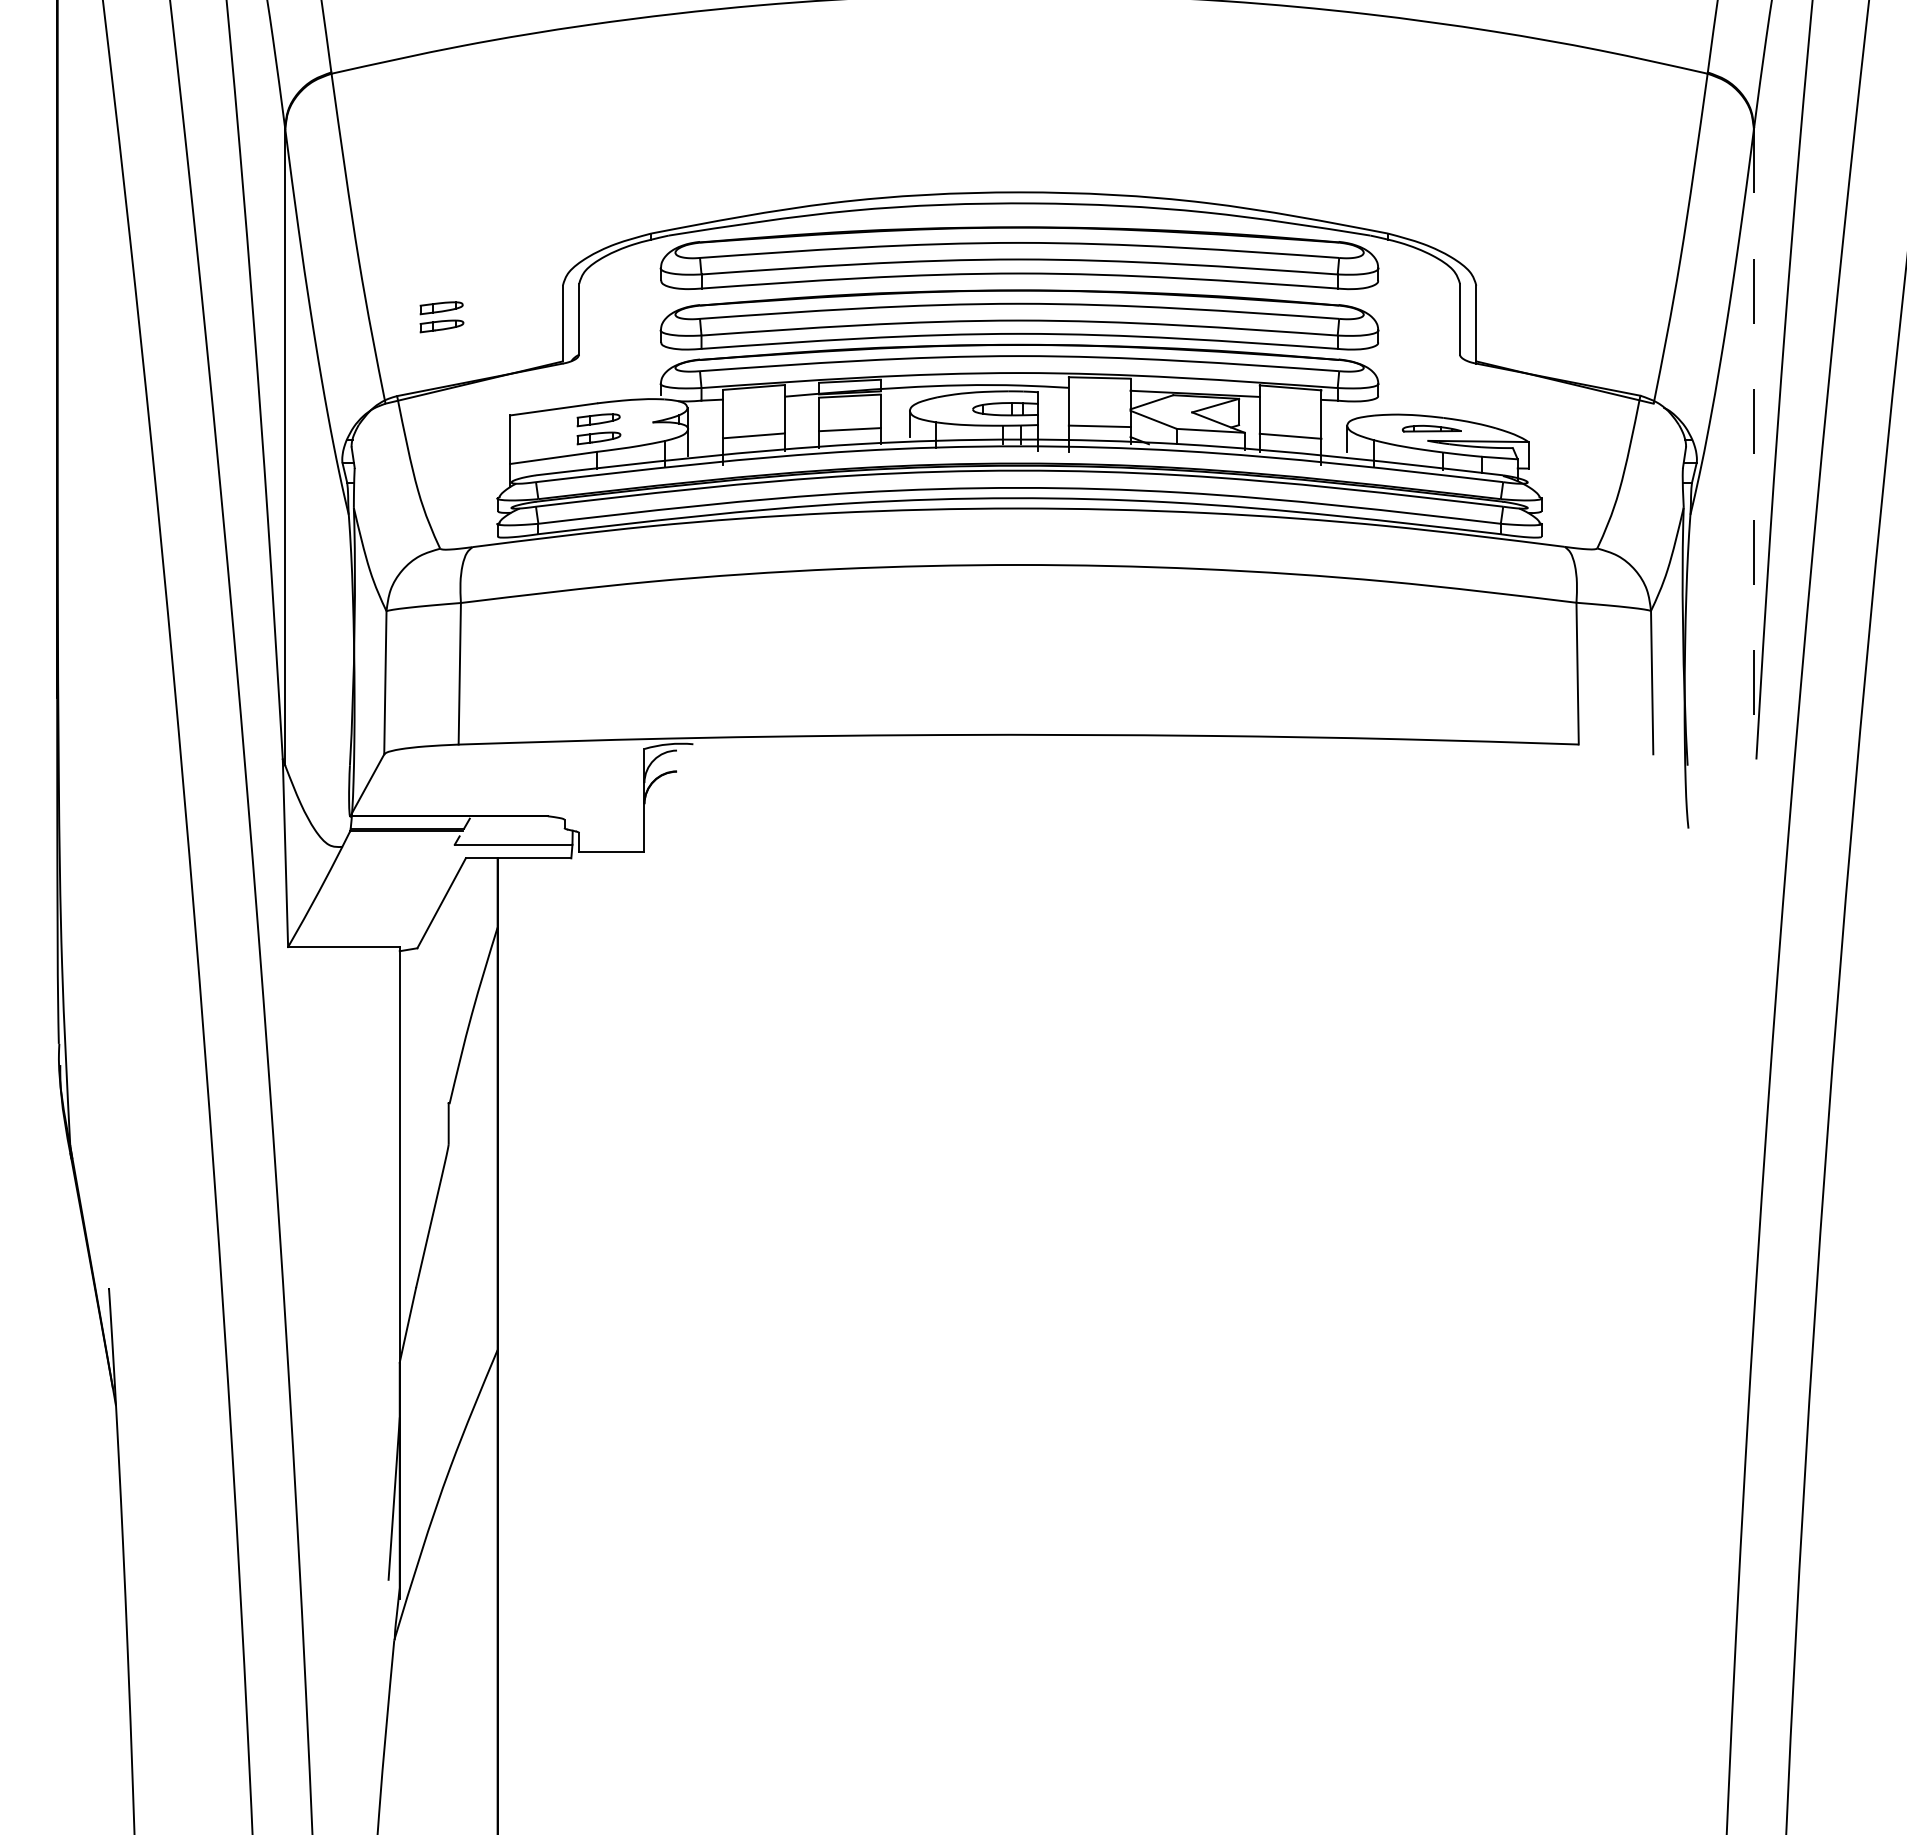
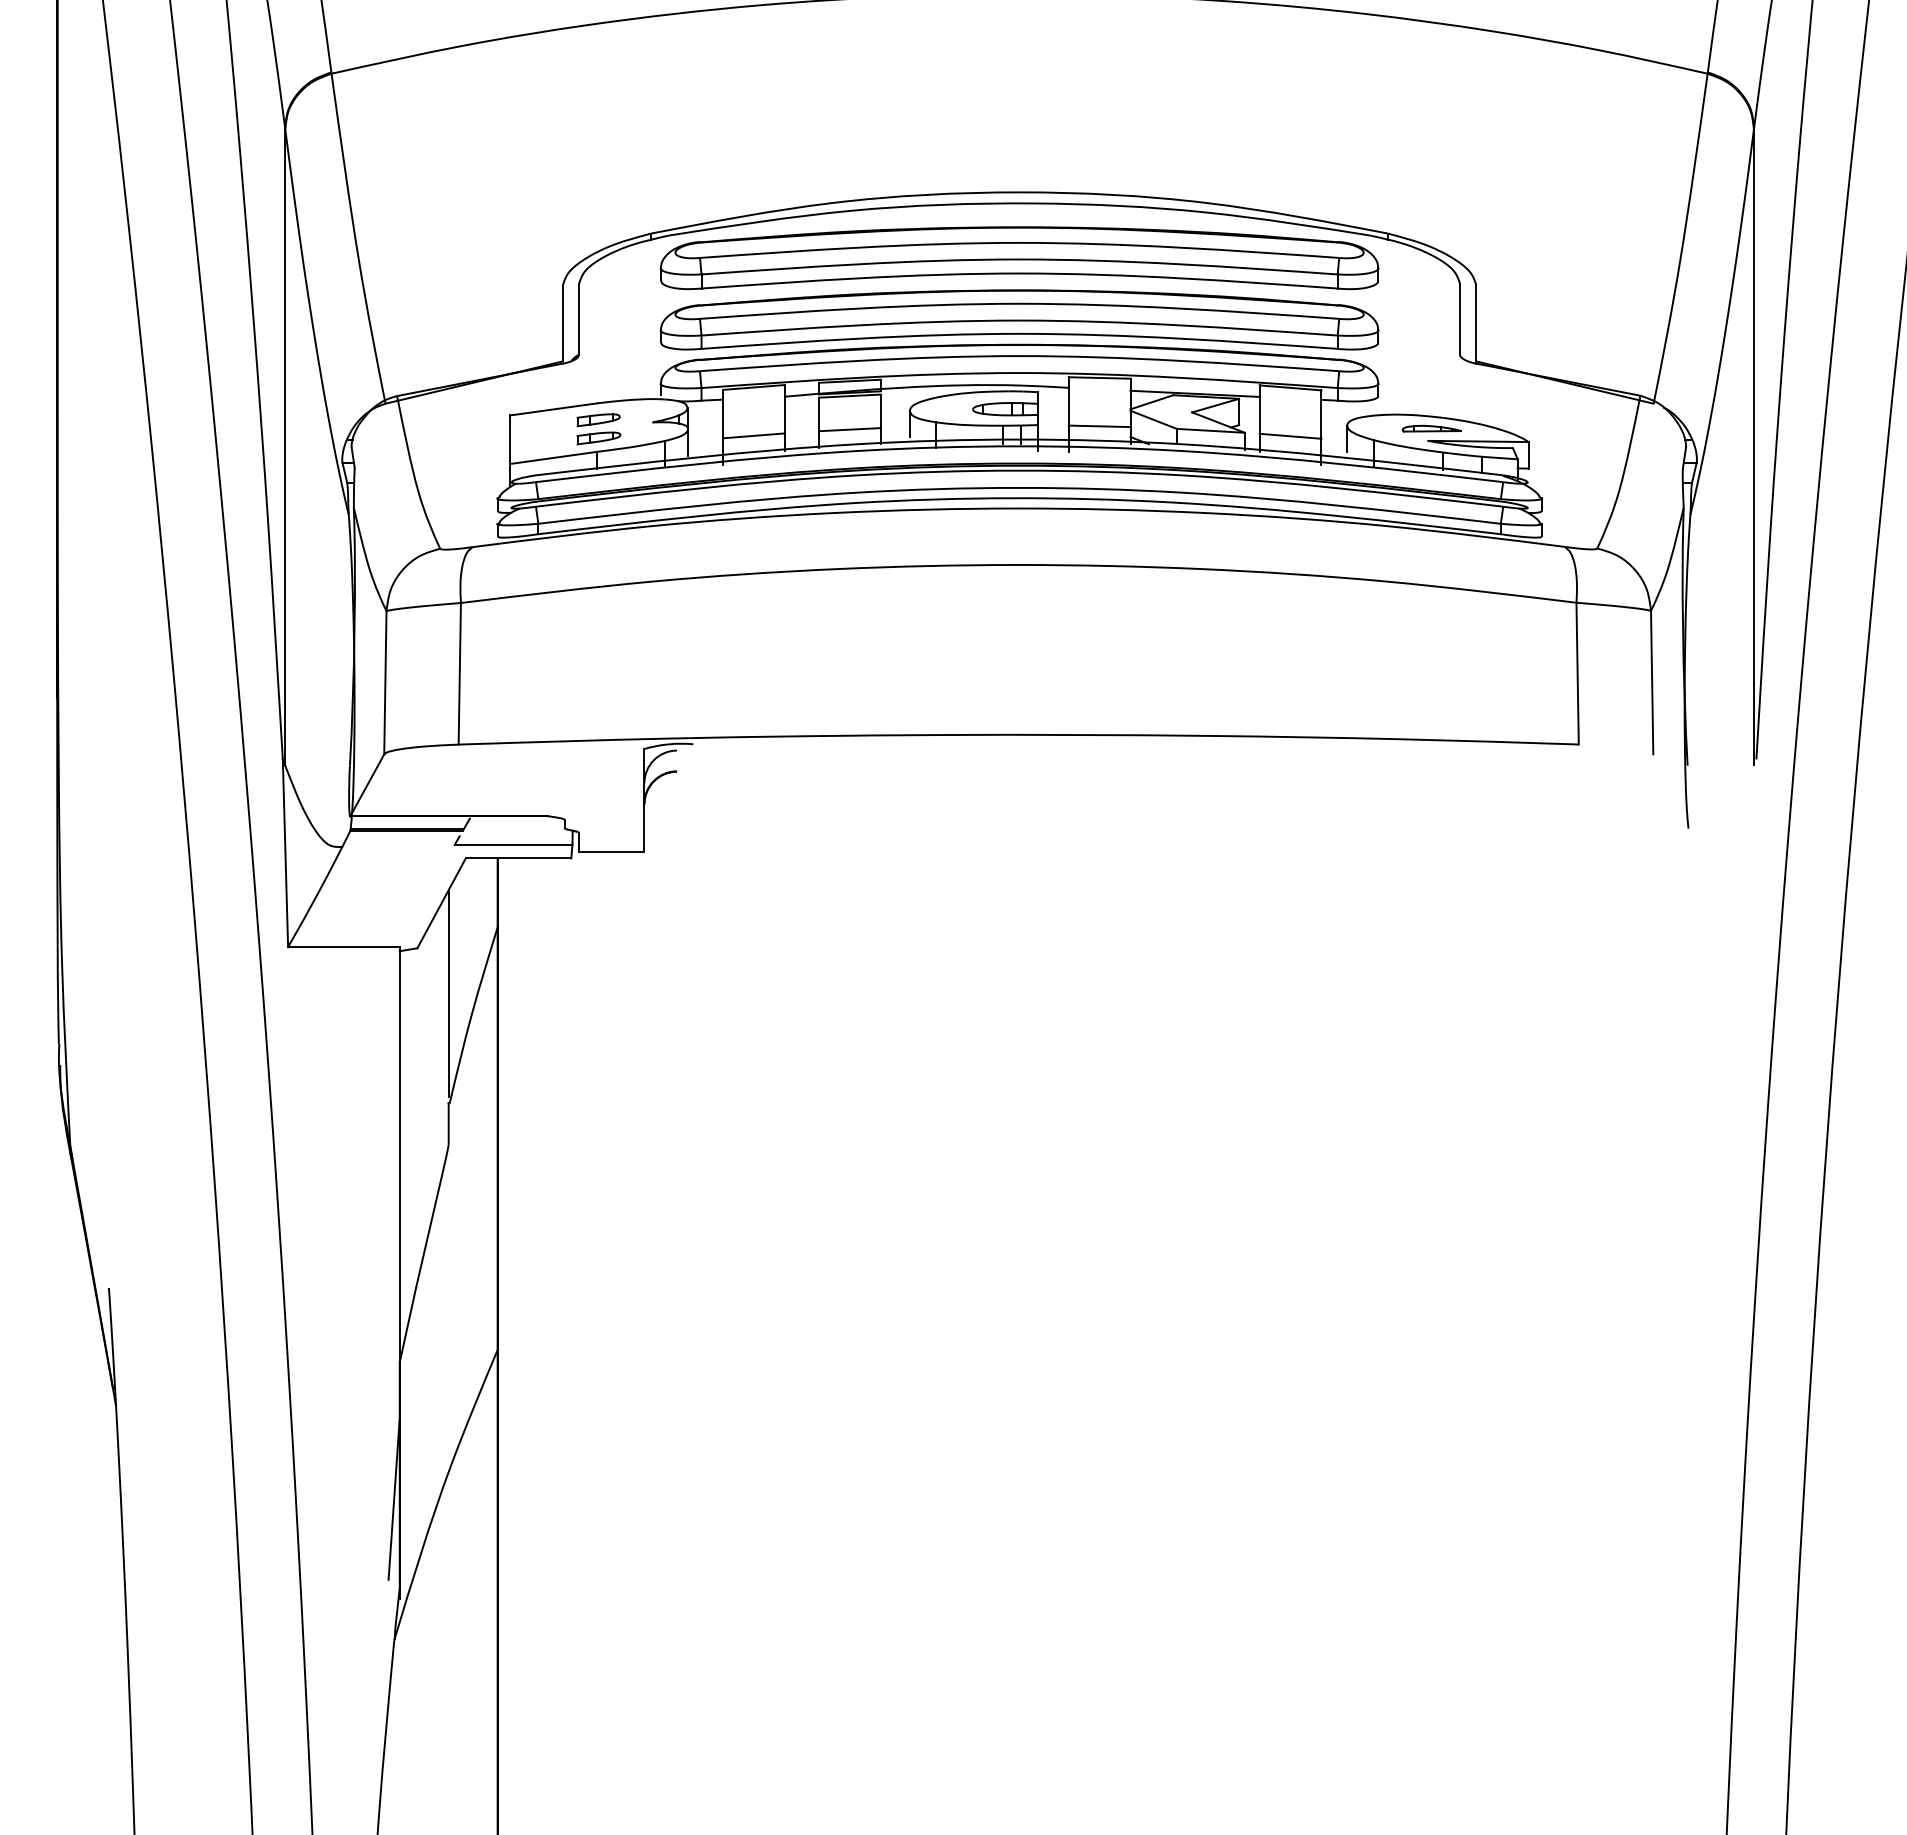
part at (441, 317): present -> none
line at (1754, 446): dashed -> solid
line at (448, 993): none -> present
